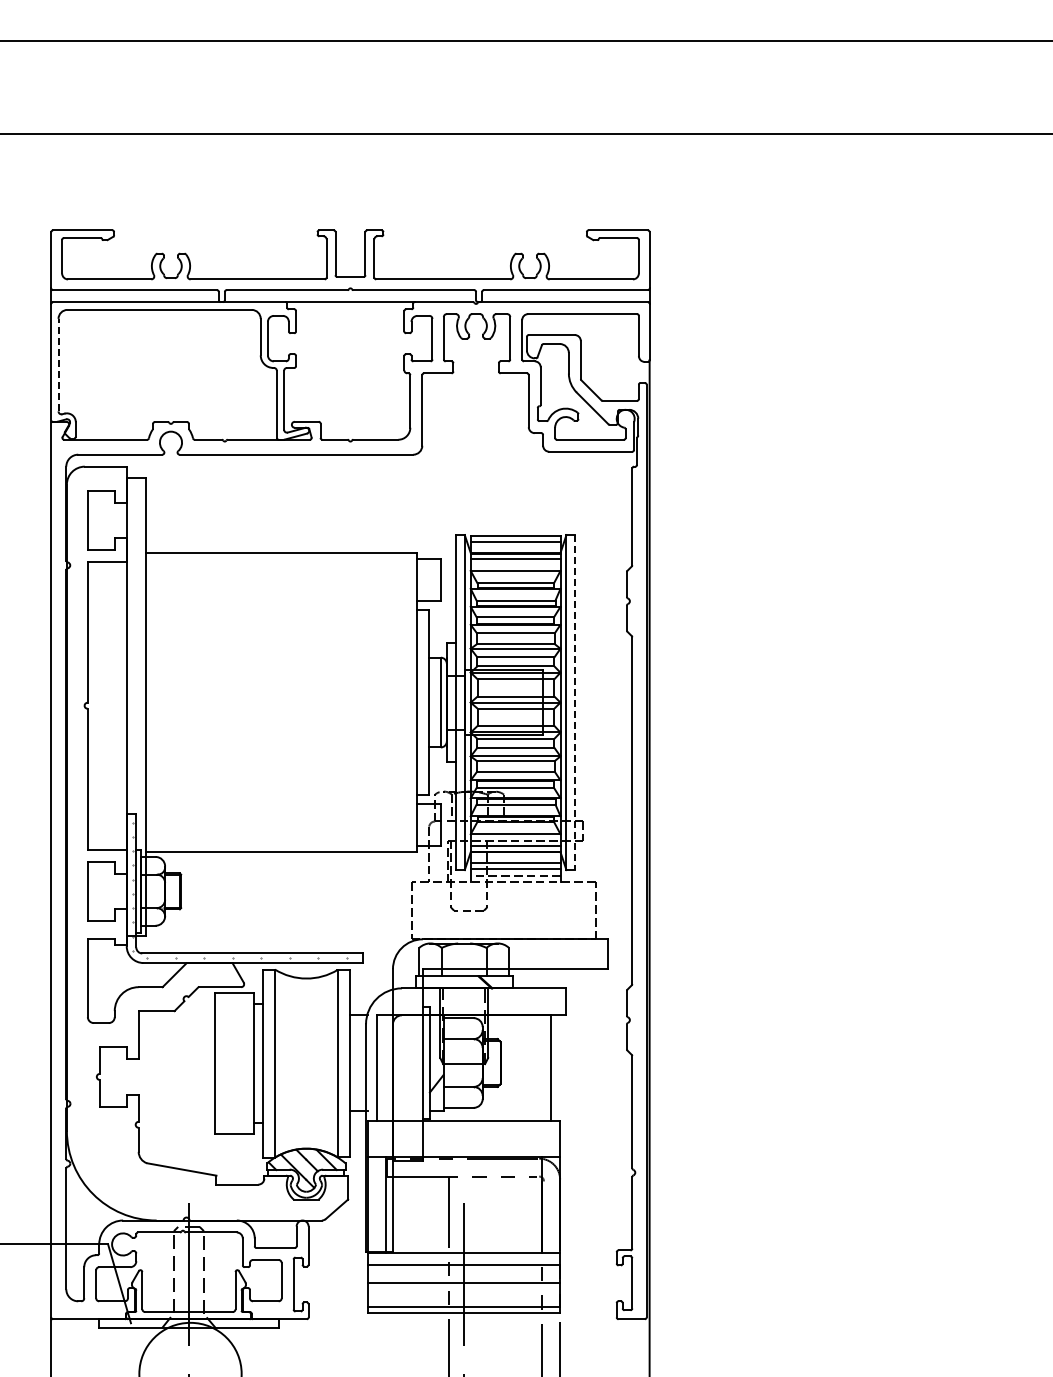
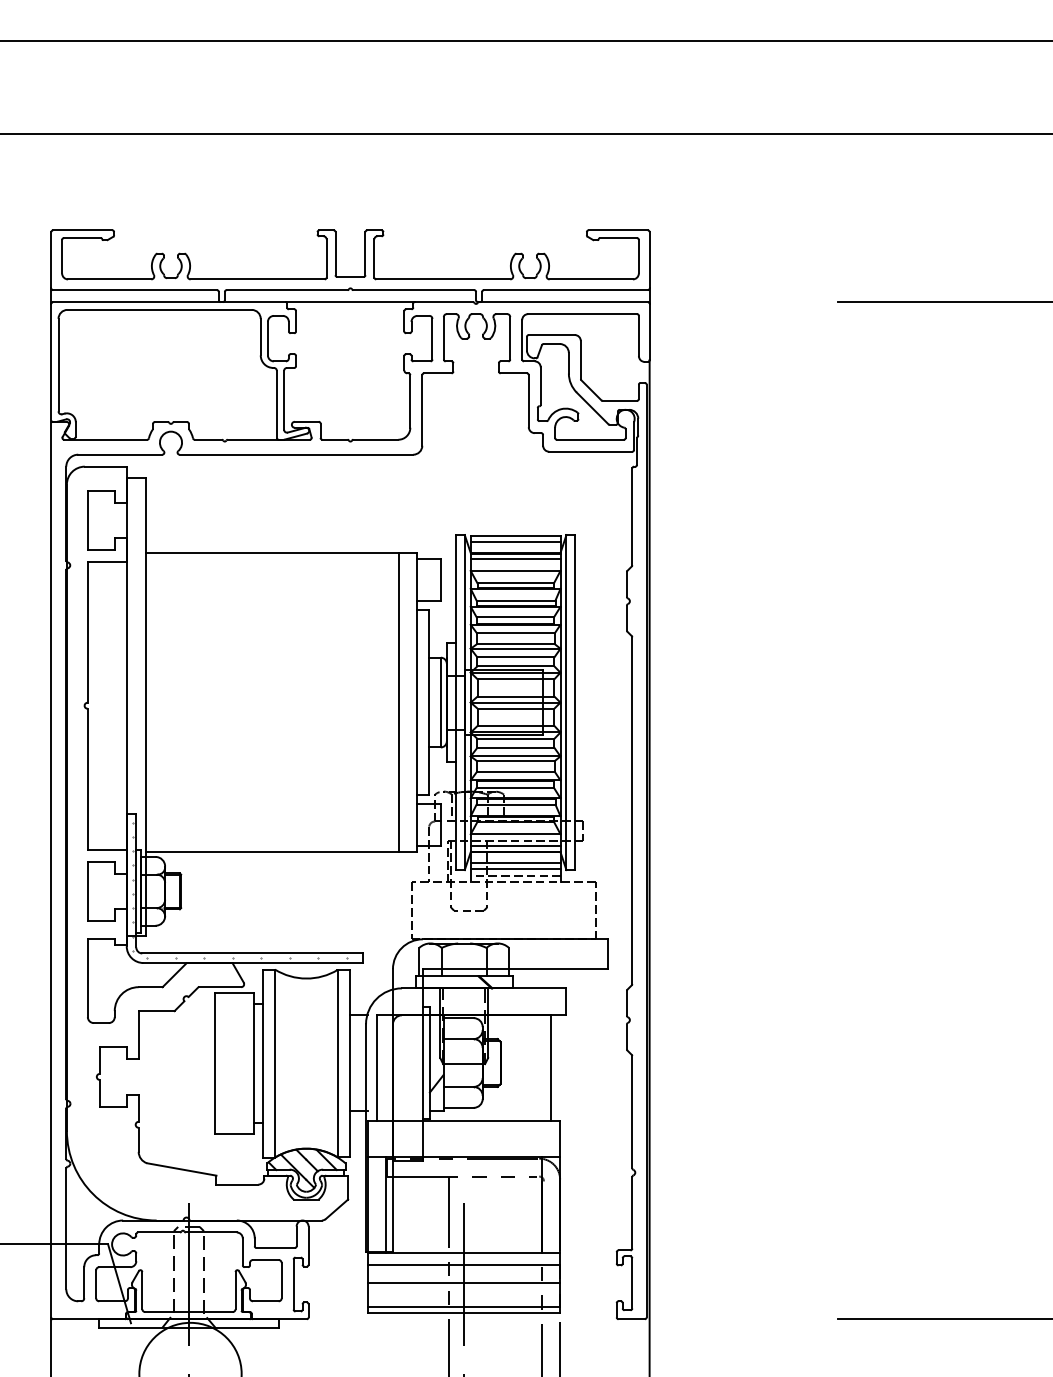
line at (943, 302): none -> present
line at (58, 364): dashed -> solid
line at (398, 702): none -> present
line at (575, 702): dashed -> solid
line at (943, 1319): none -> present
